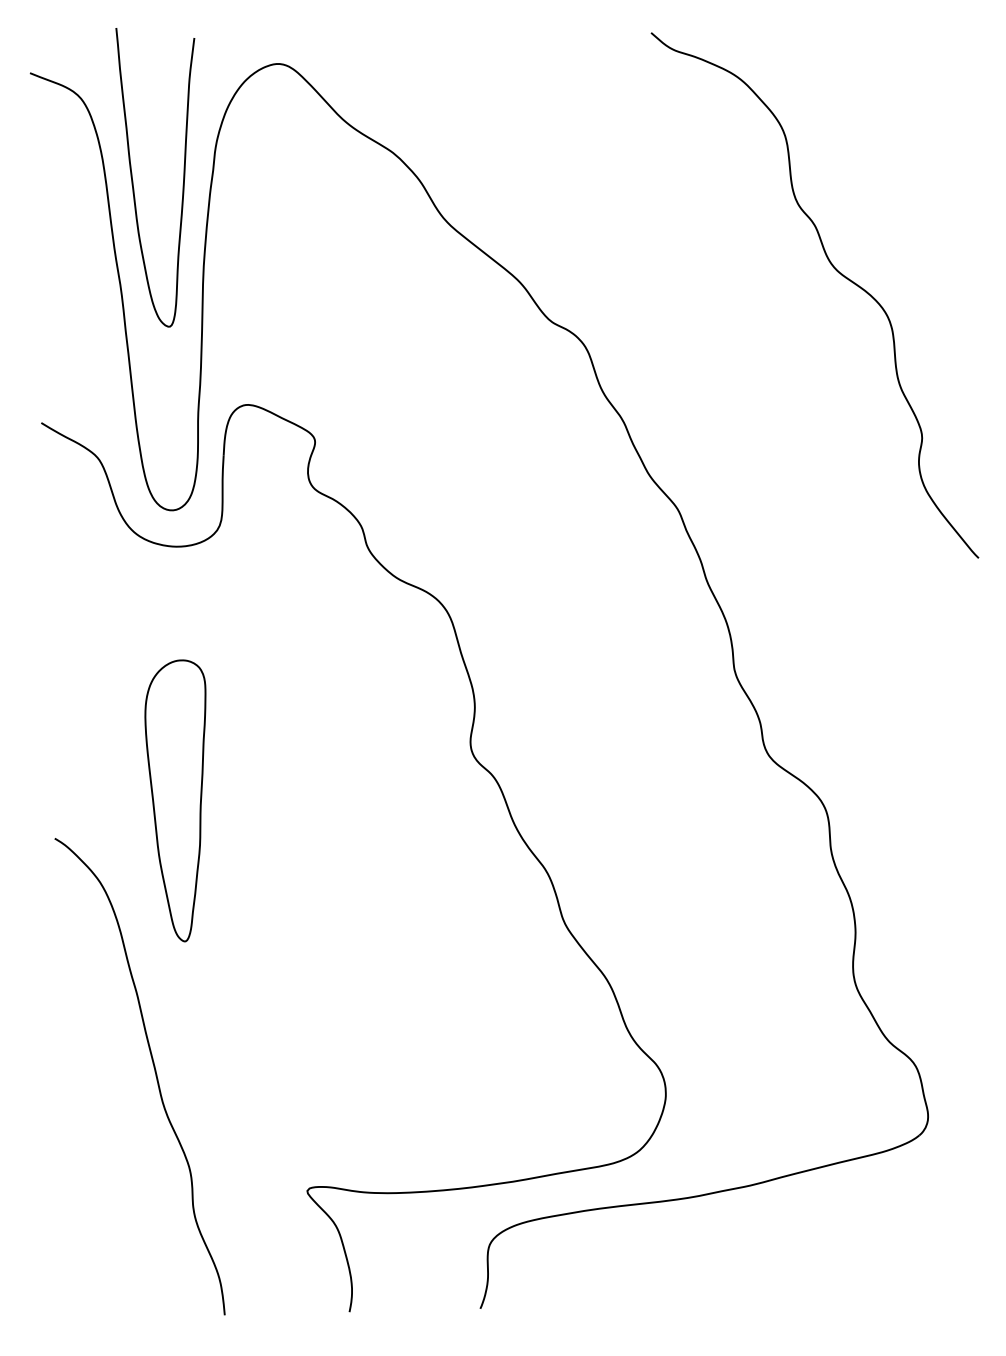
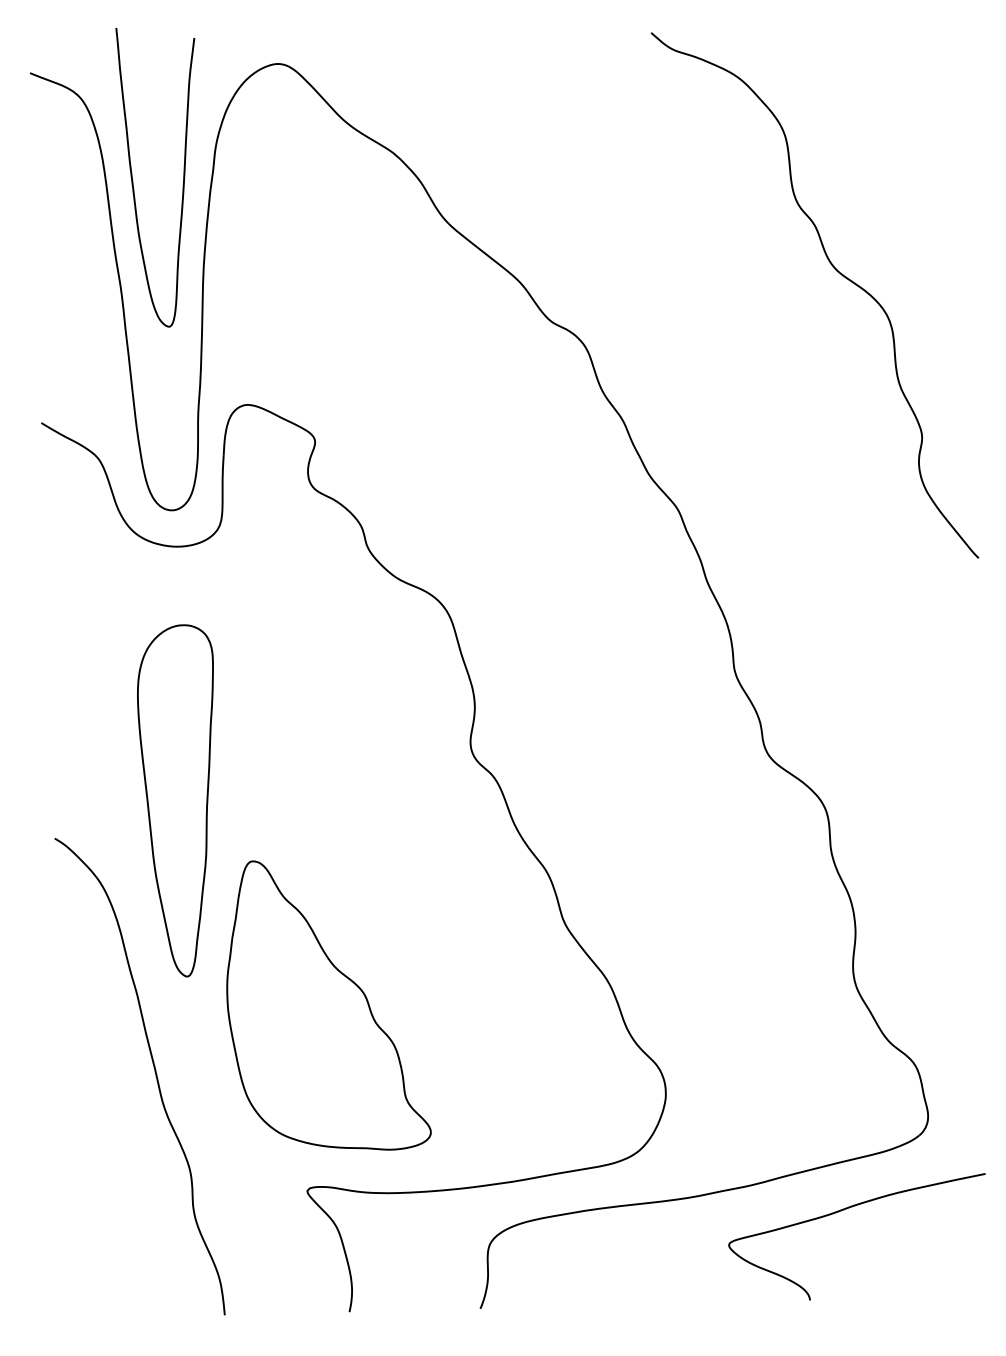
part at (175, 800) size: 63x284 px -> 77x354 px
part at (328, 1005): none -> present
curve at (844, 1210): none -> present
